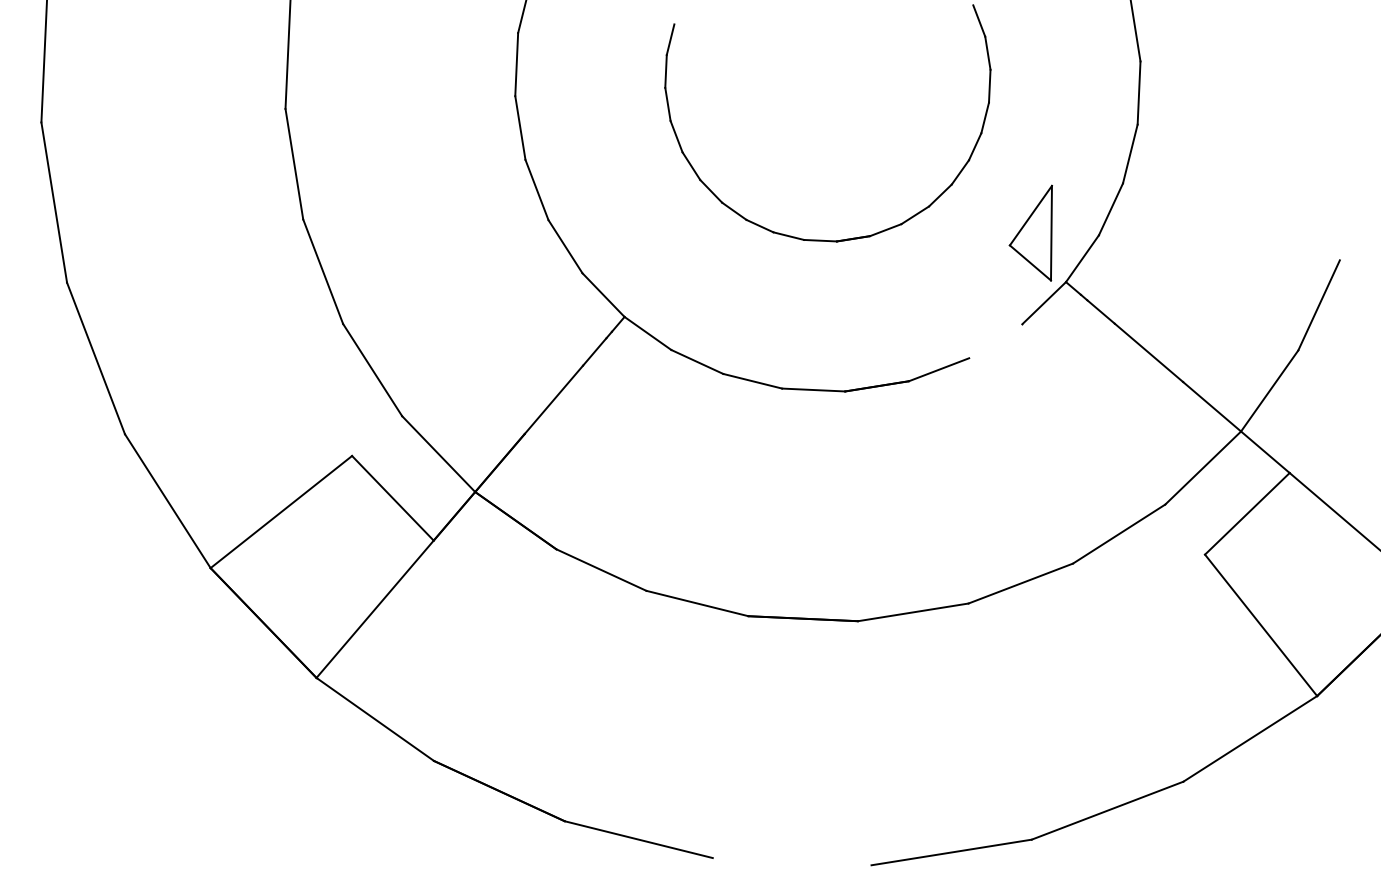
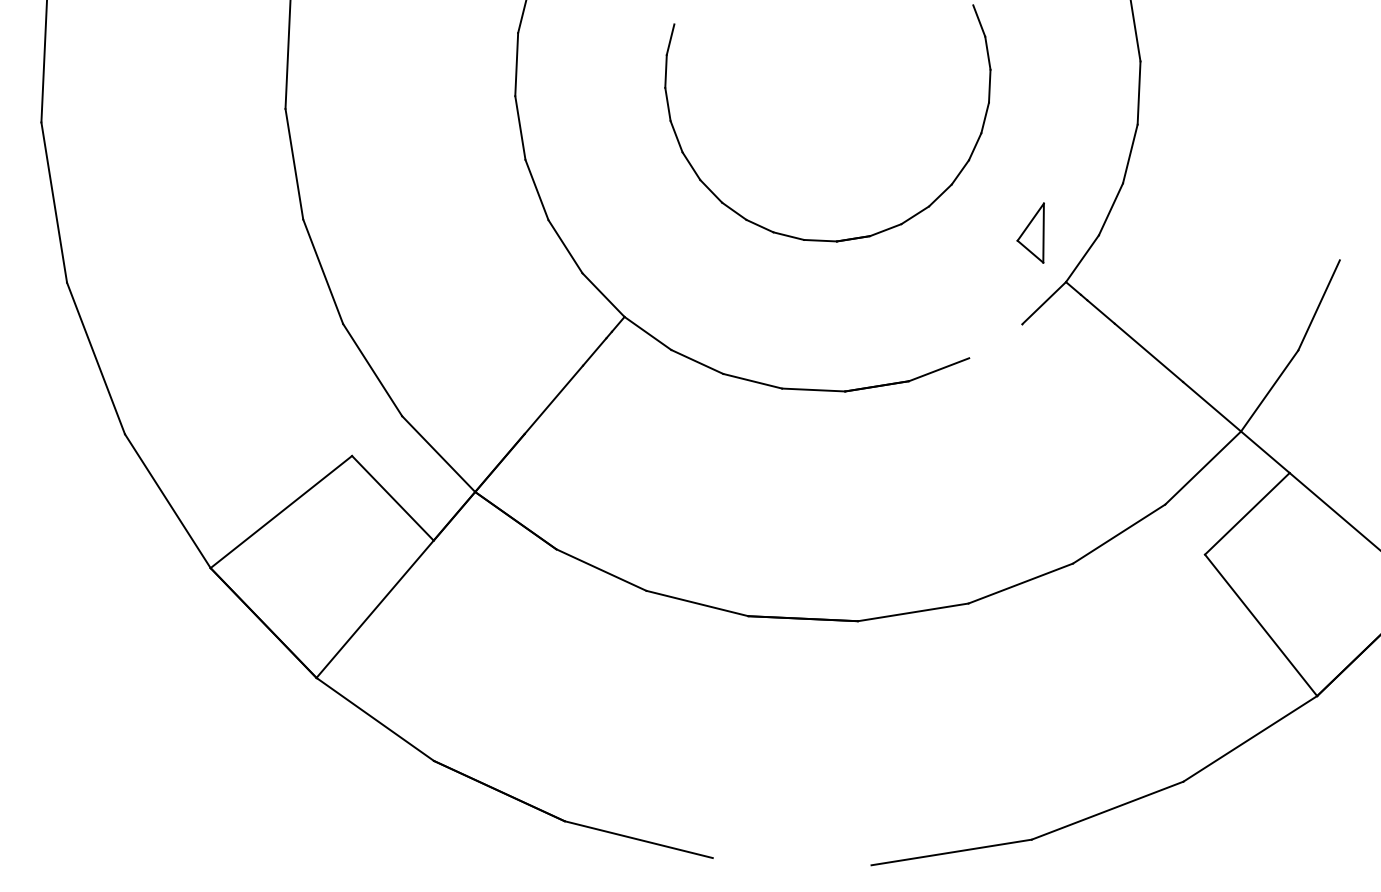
part at (1030, 232) size: 45x98 px -> 29x62 px
